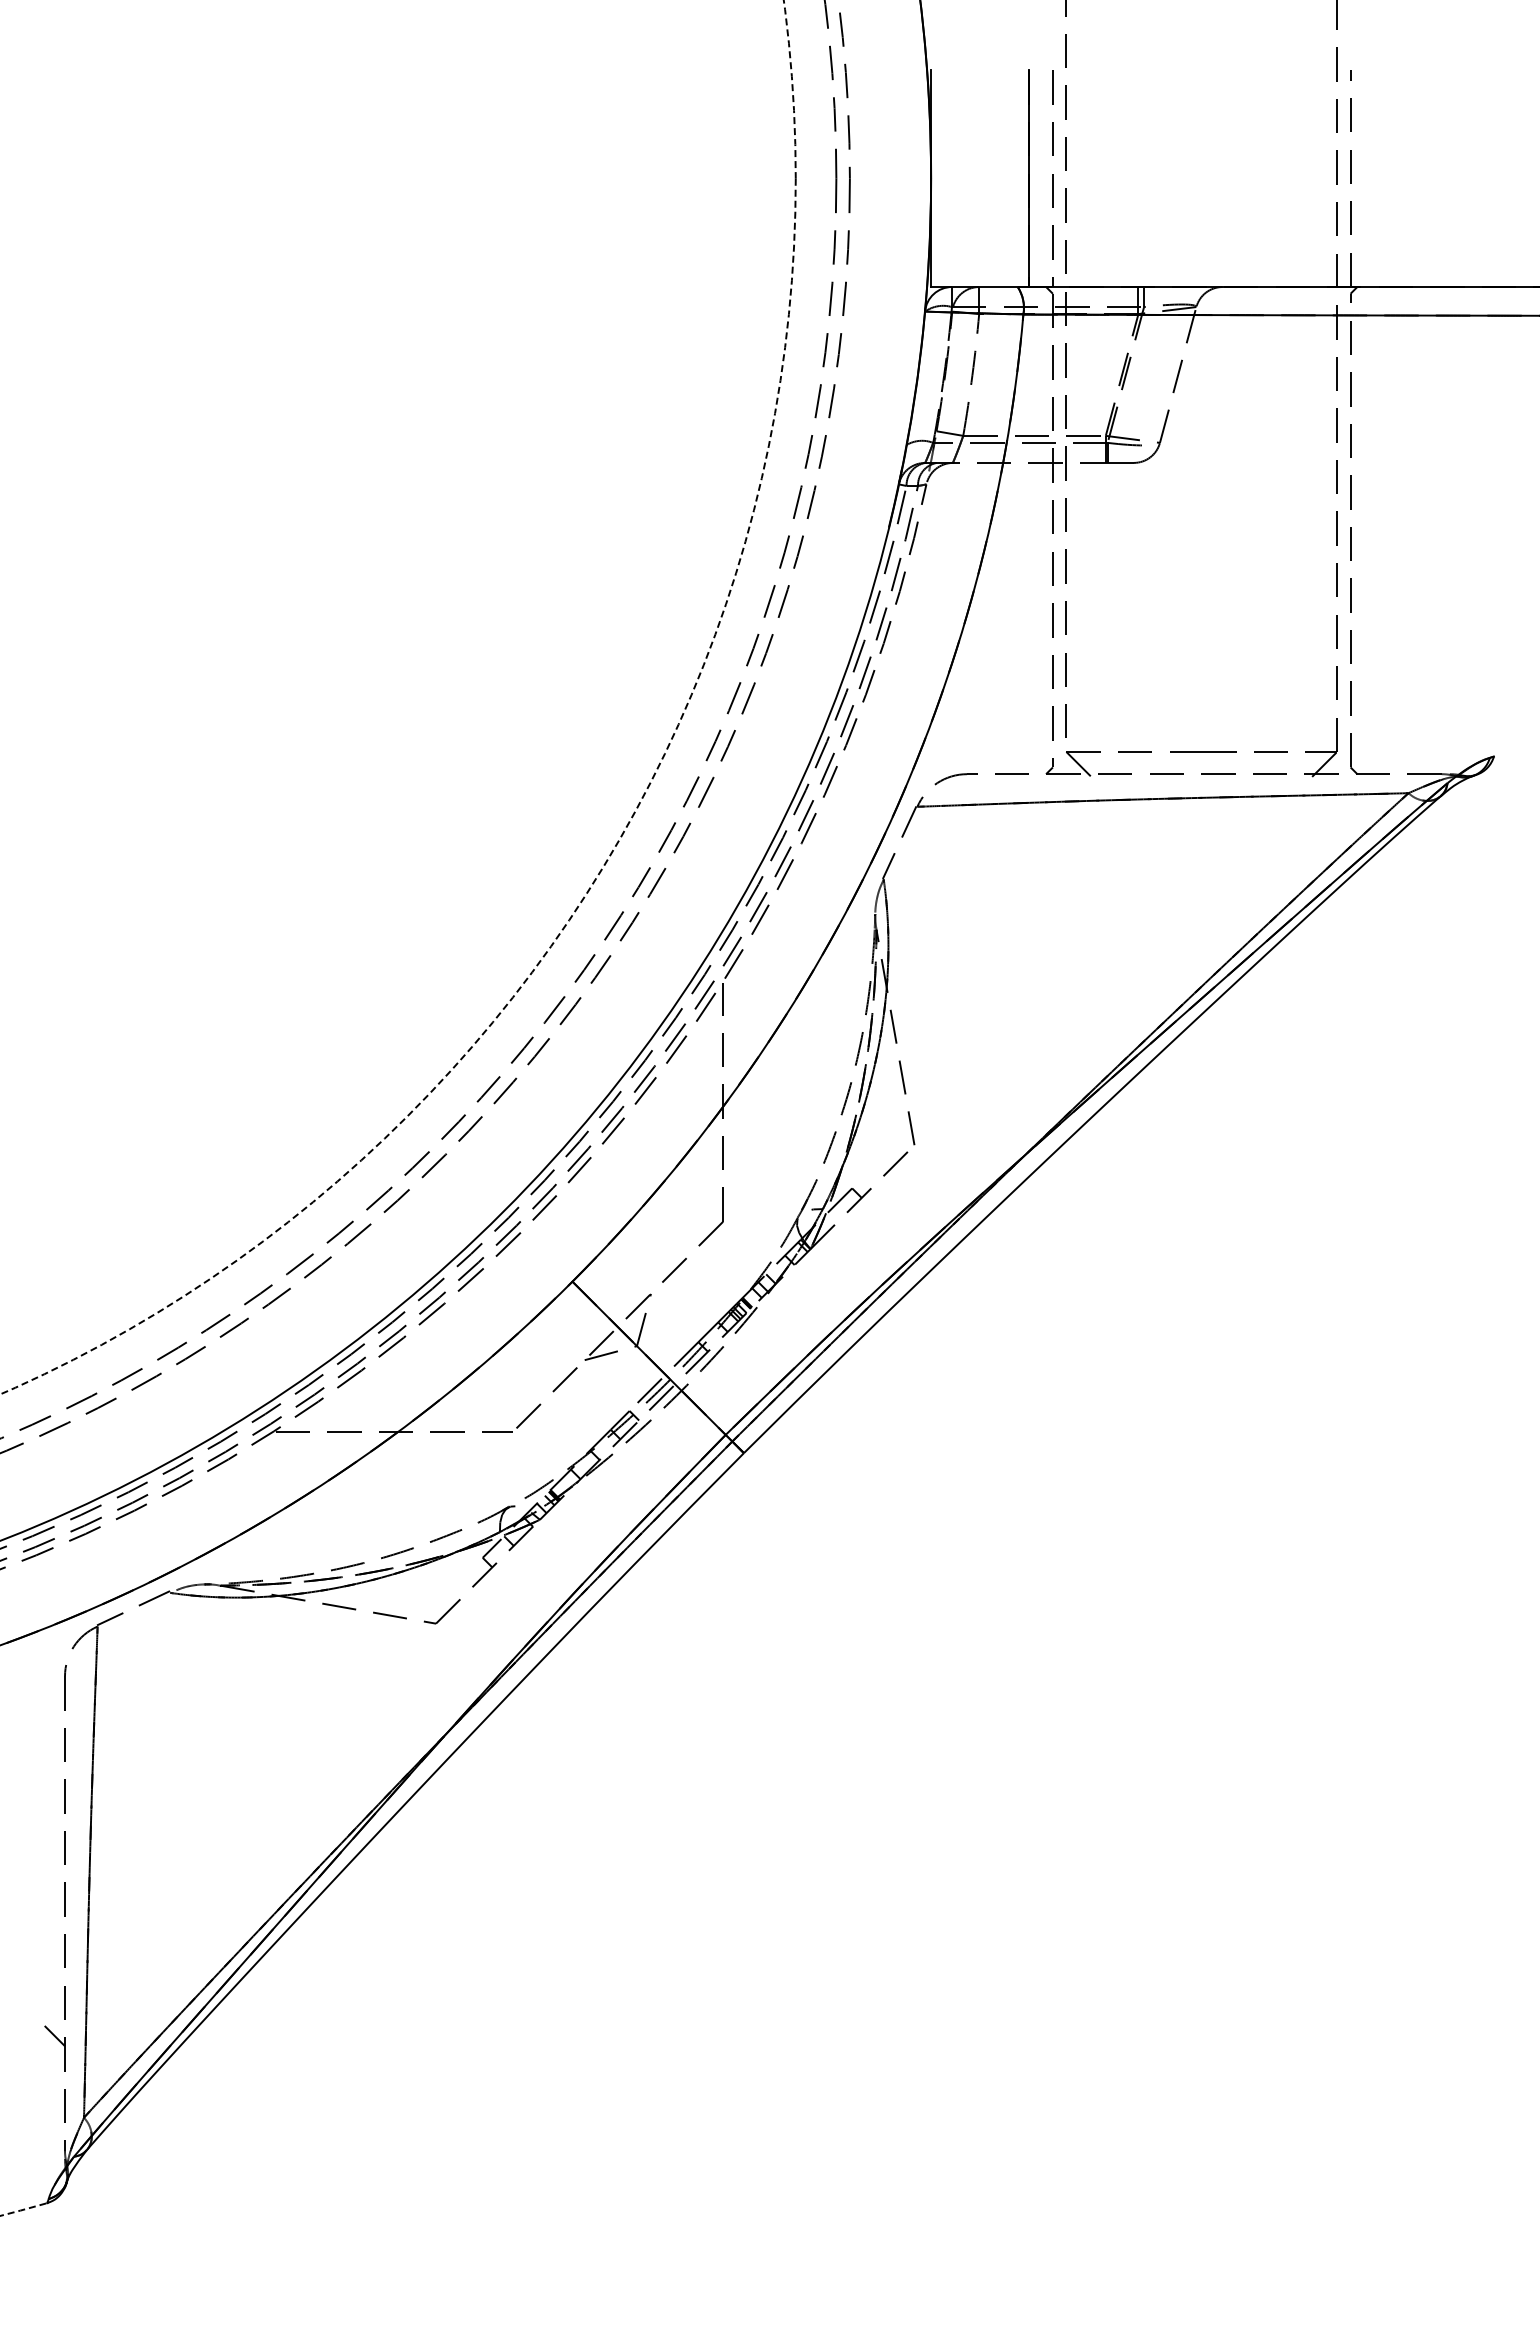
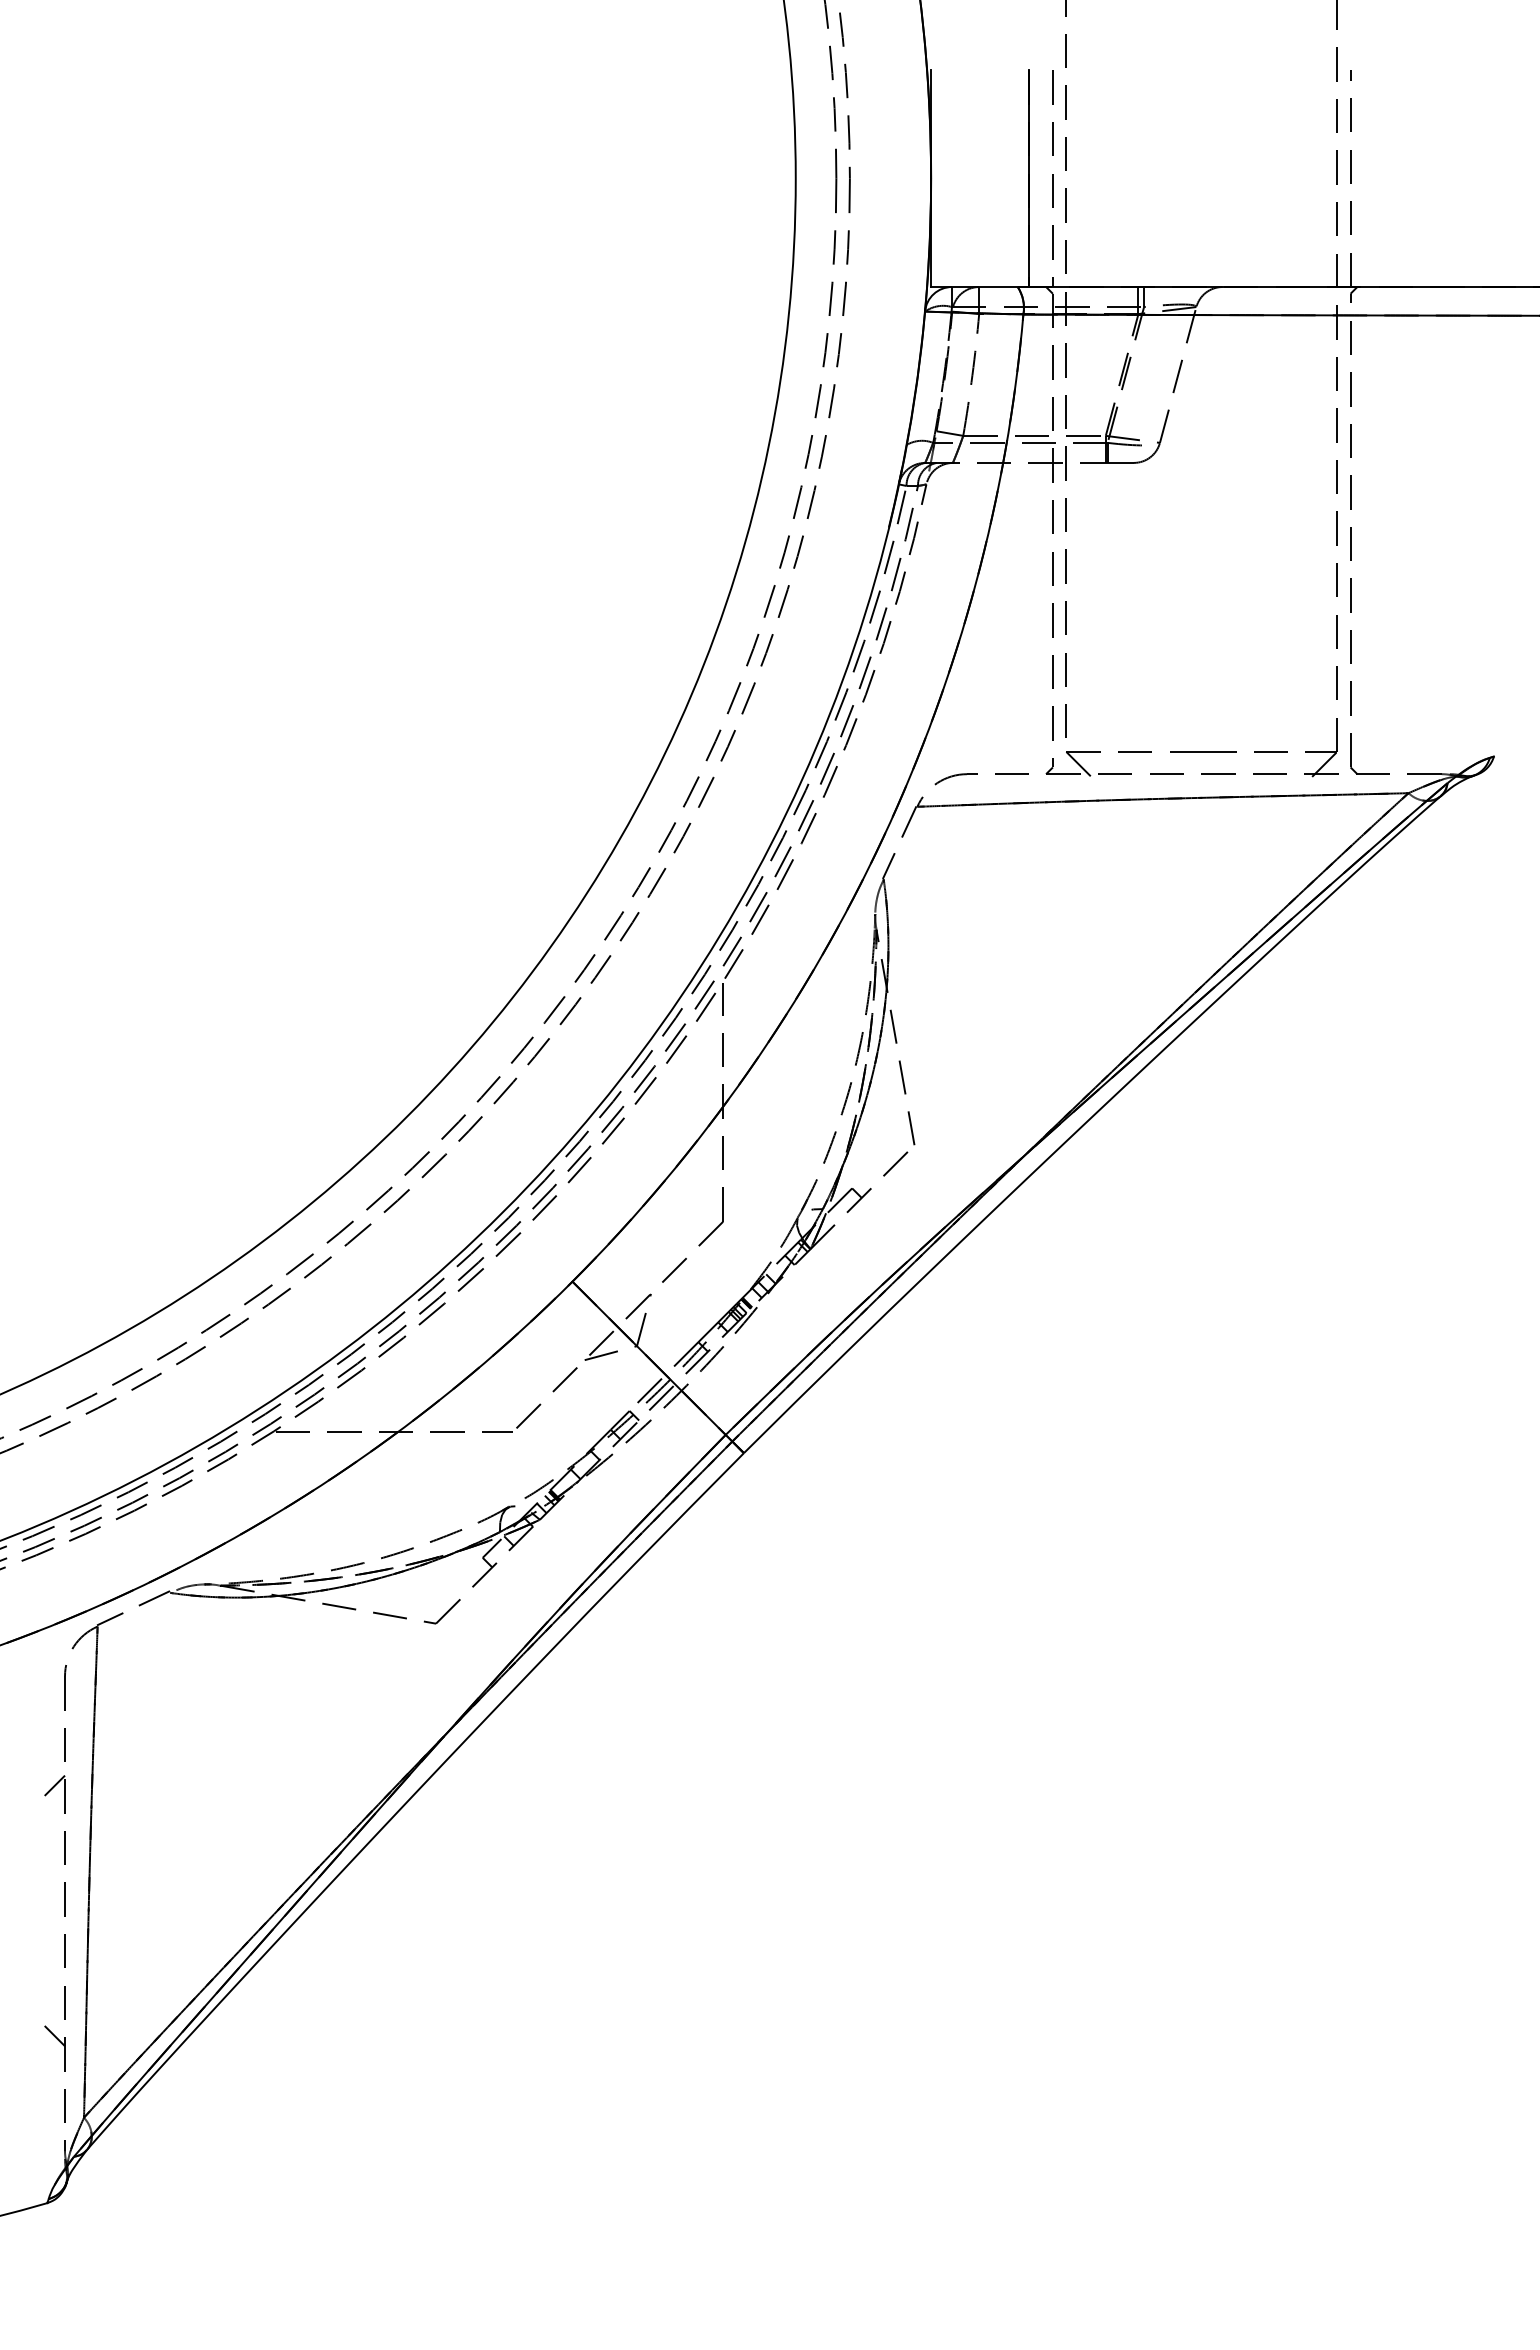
circle at (397, 697): dashed -> solid
line at (54, 1785): none -> present
arc at (24, 2209): dashed -> solid
